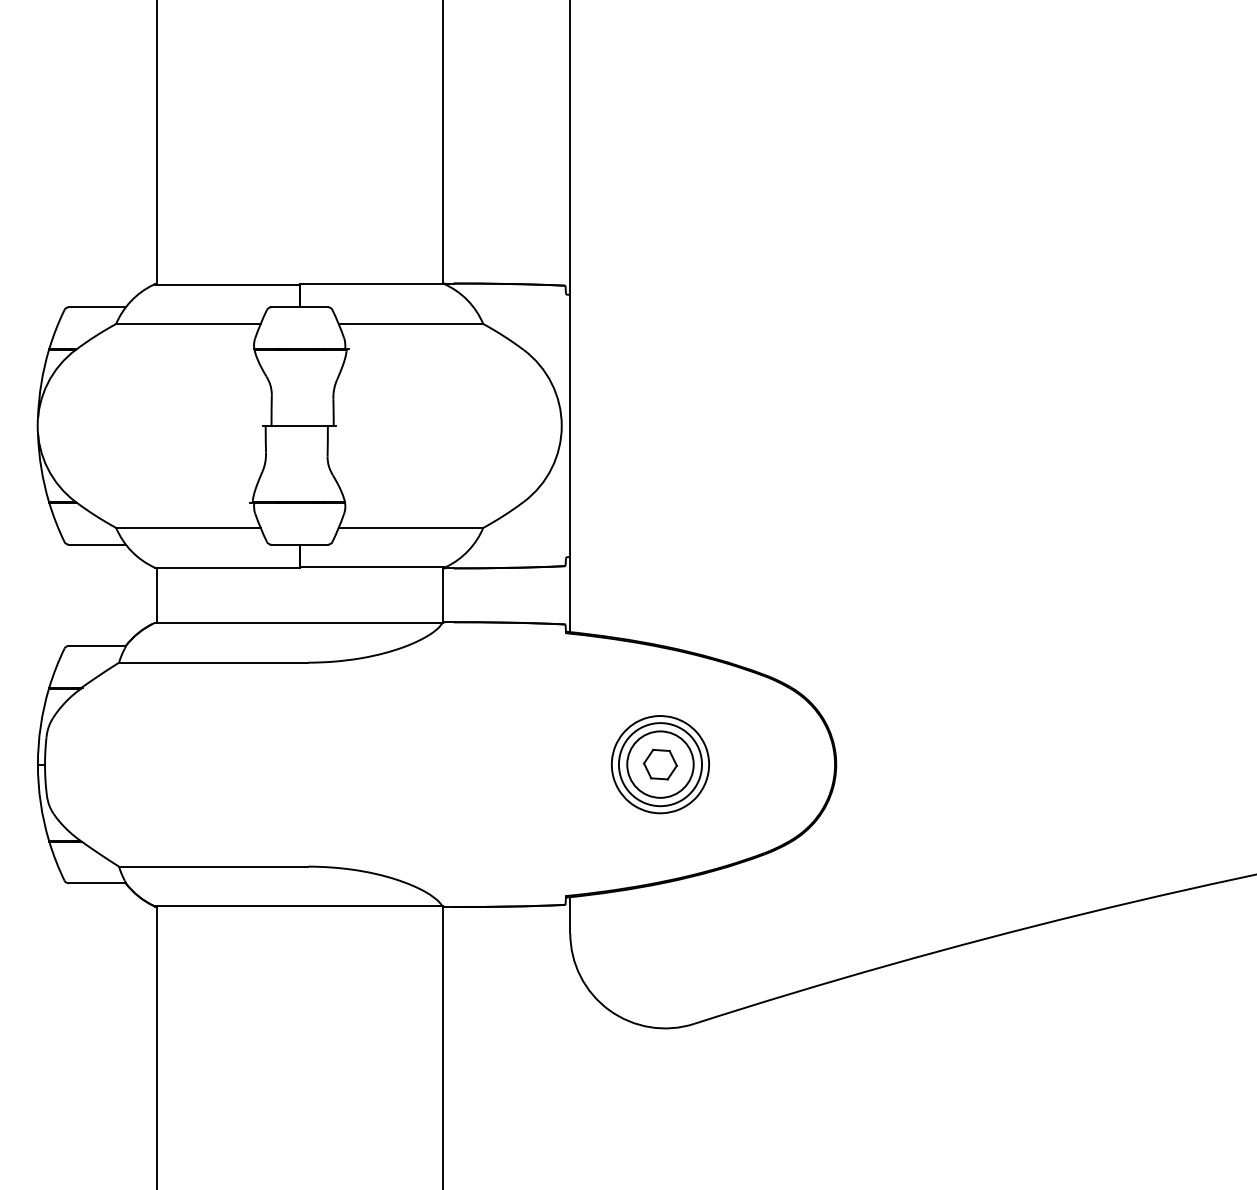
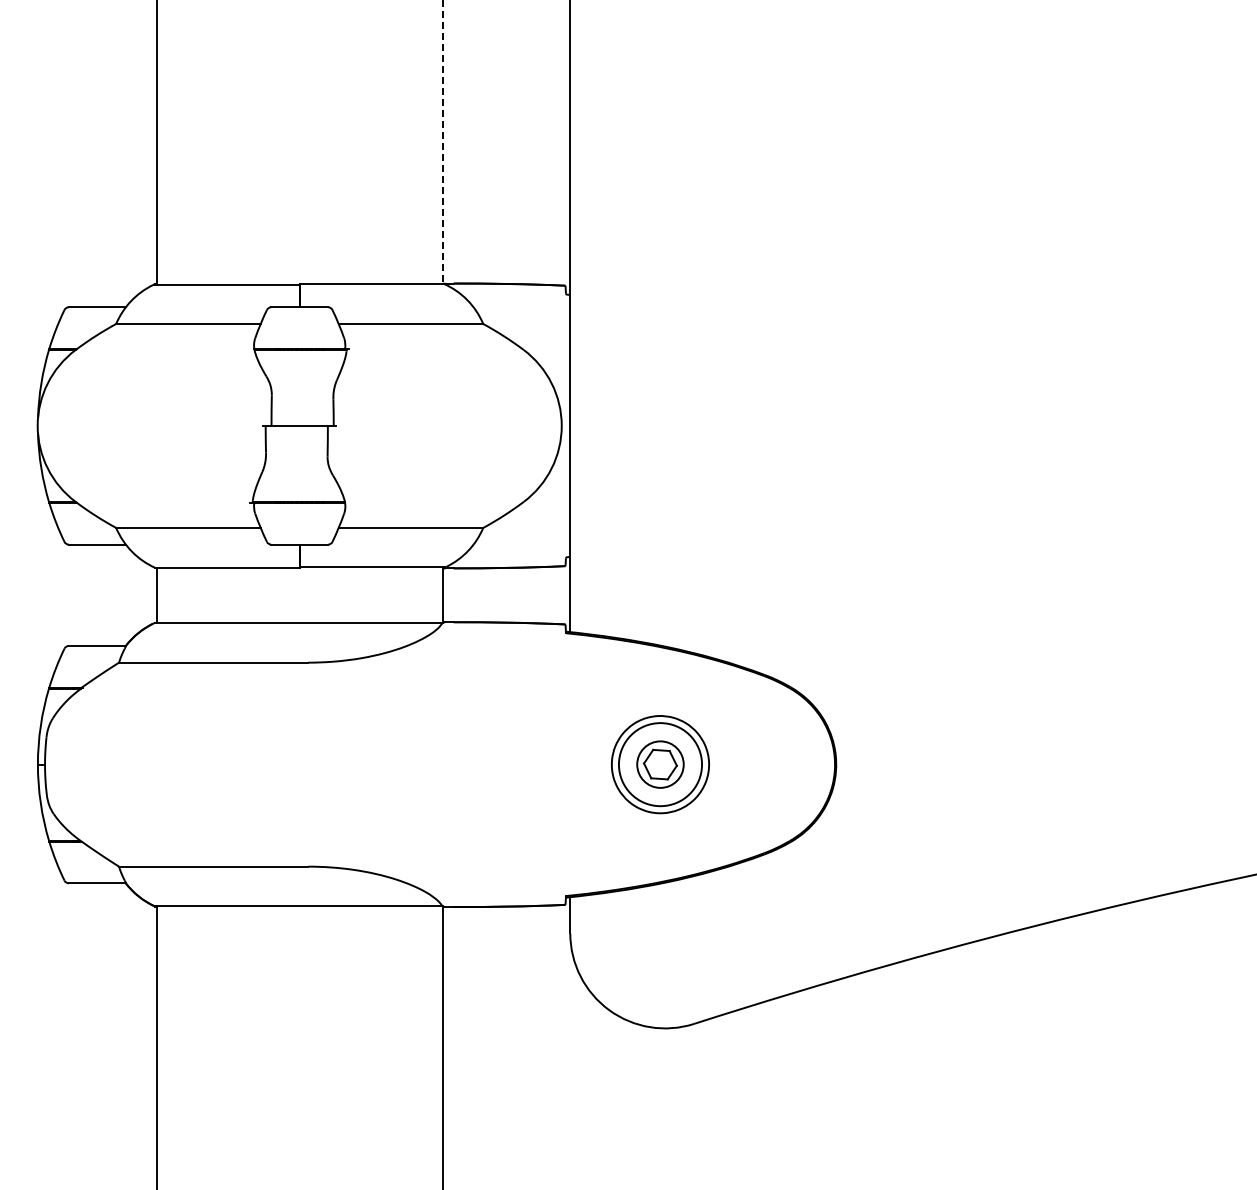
line at (442, 142): solid -> dashed
circle at (660, 764) diameter: 66 px -> 47 px
